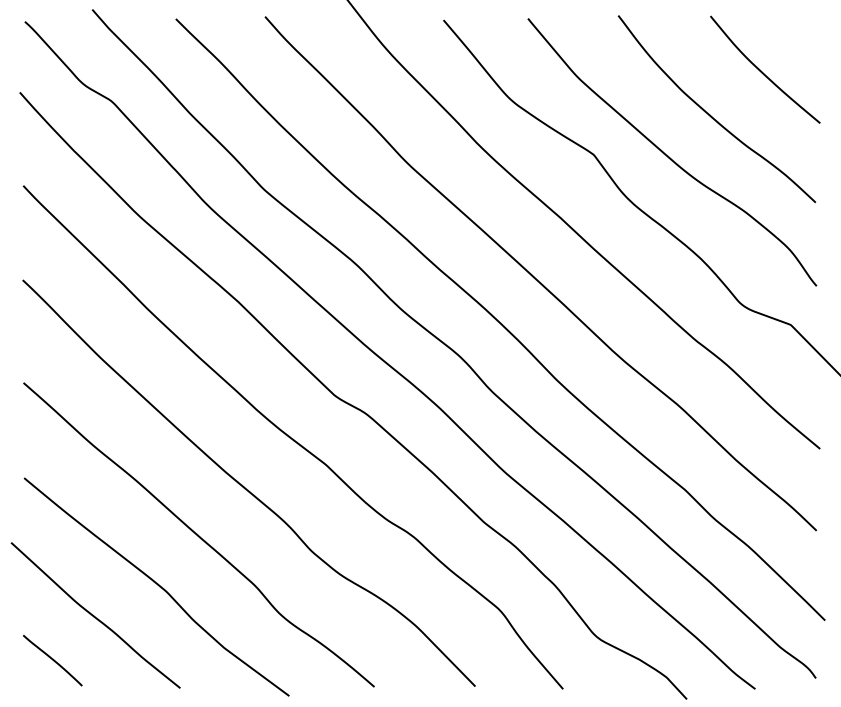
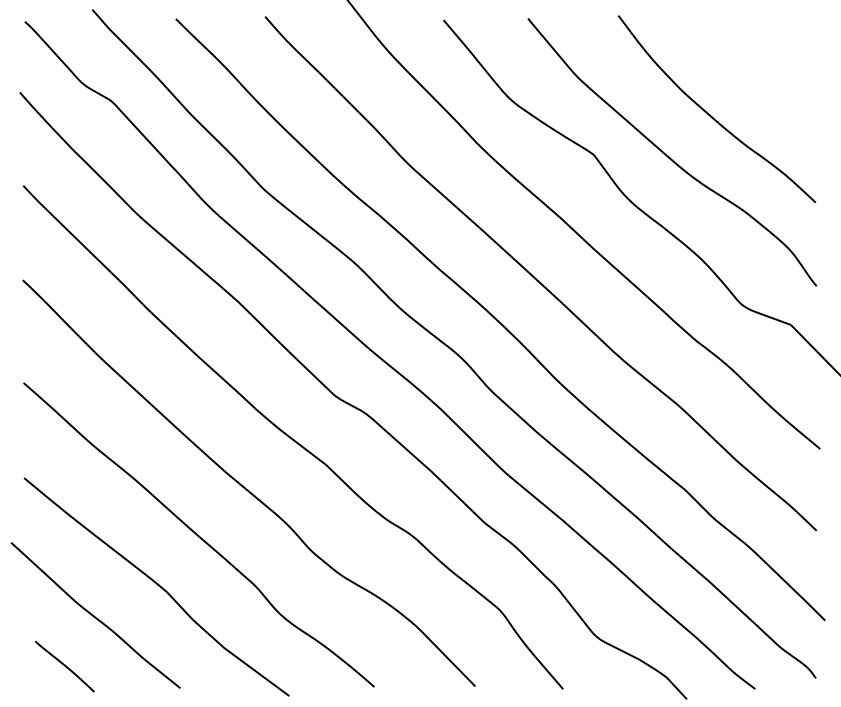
curve at (762, 71): present -> none
curve at (52, 660) position: (52, 660) -> (64, 666)
